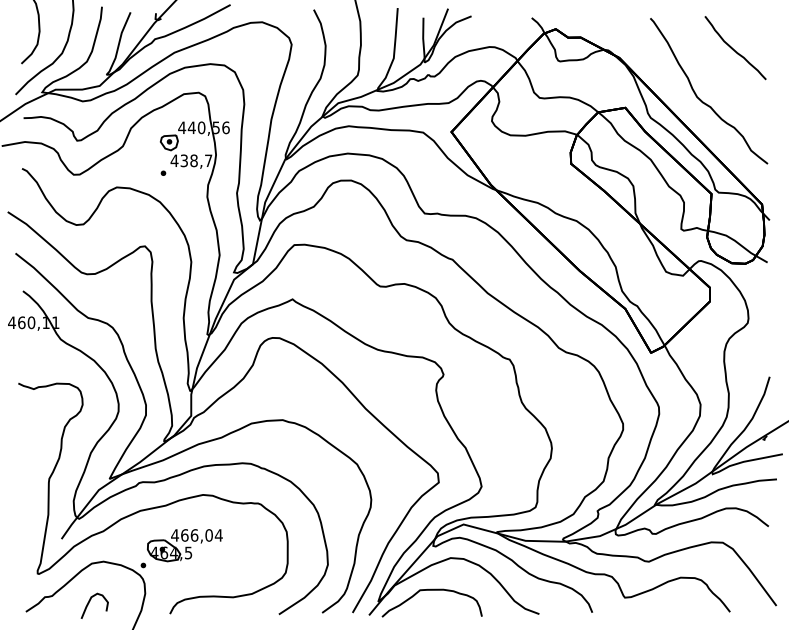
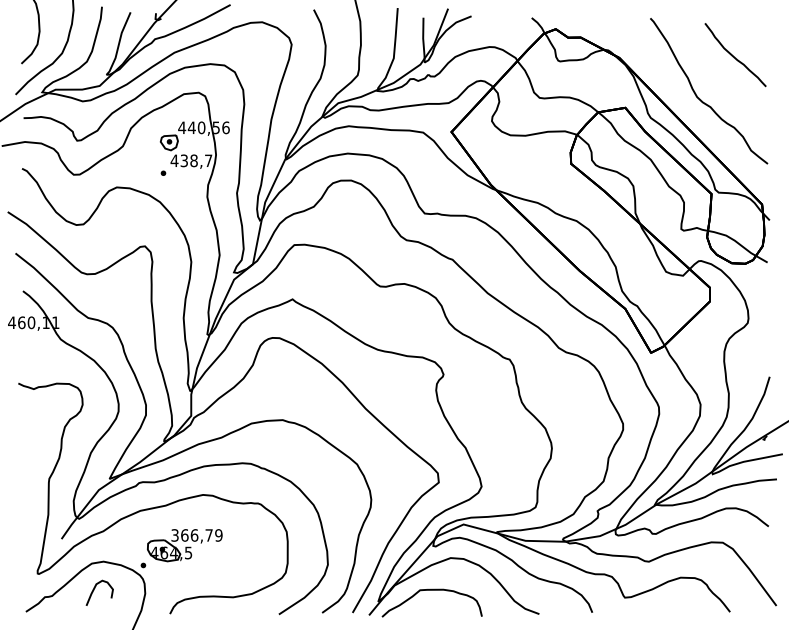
curve at (734, 49) position: (734, 49) -> (734, 56)
text at (196, 535): 466,04 -> 366,79
curve at (89, 603) position: (89, 603) -> (94, 590)
